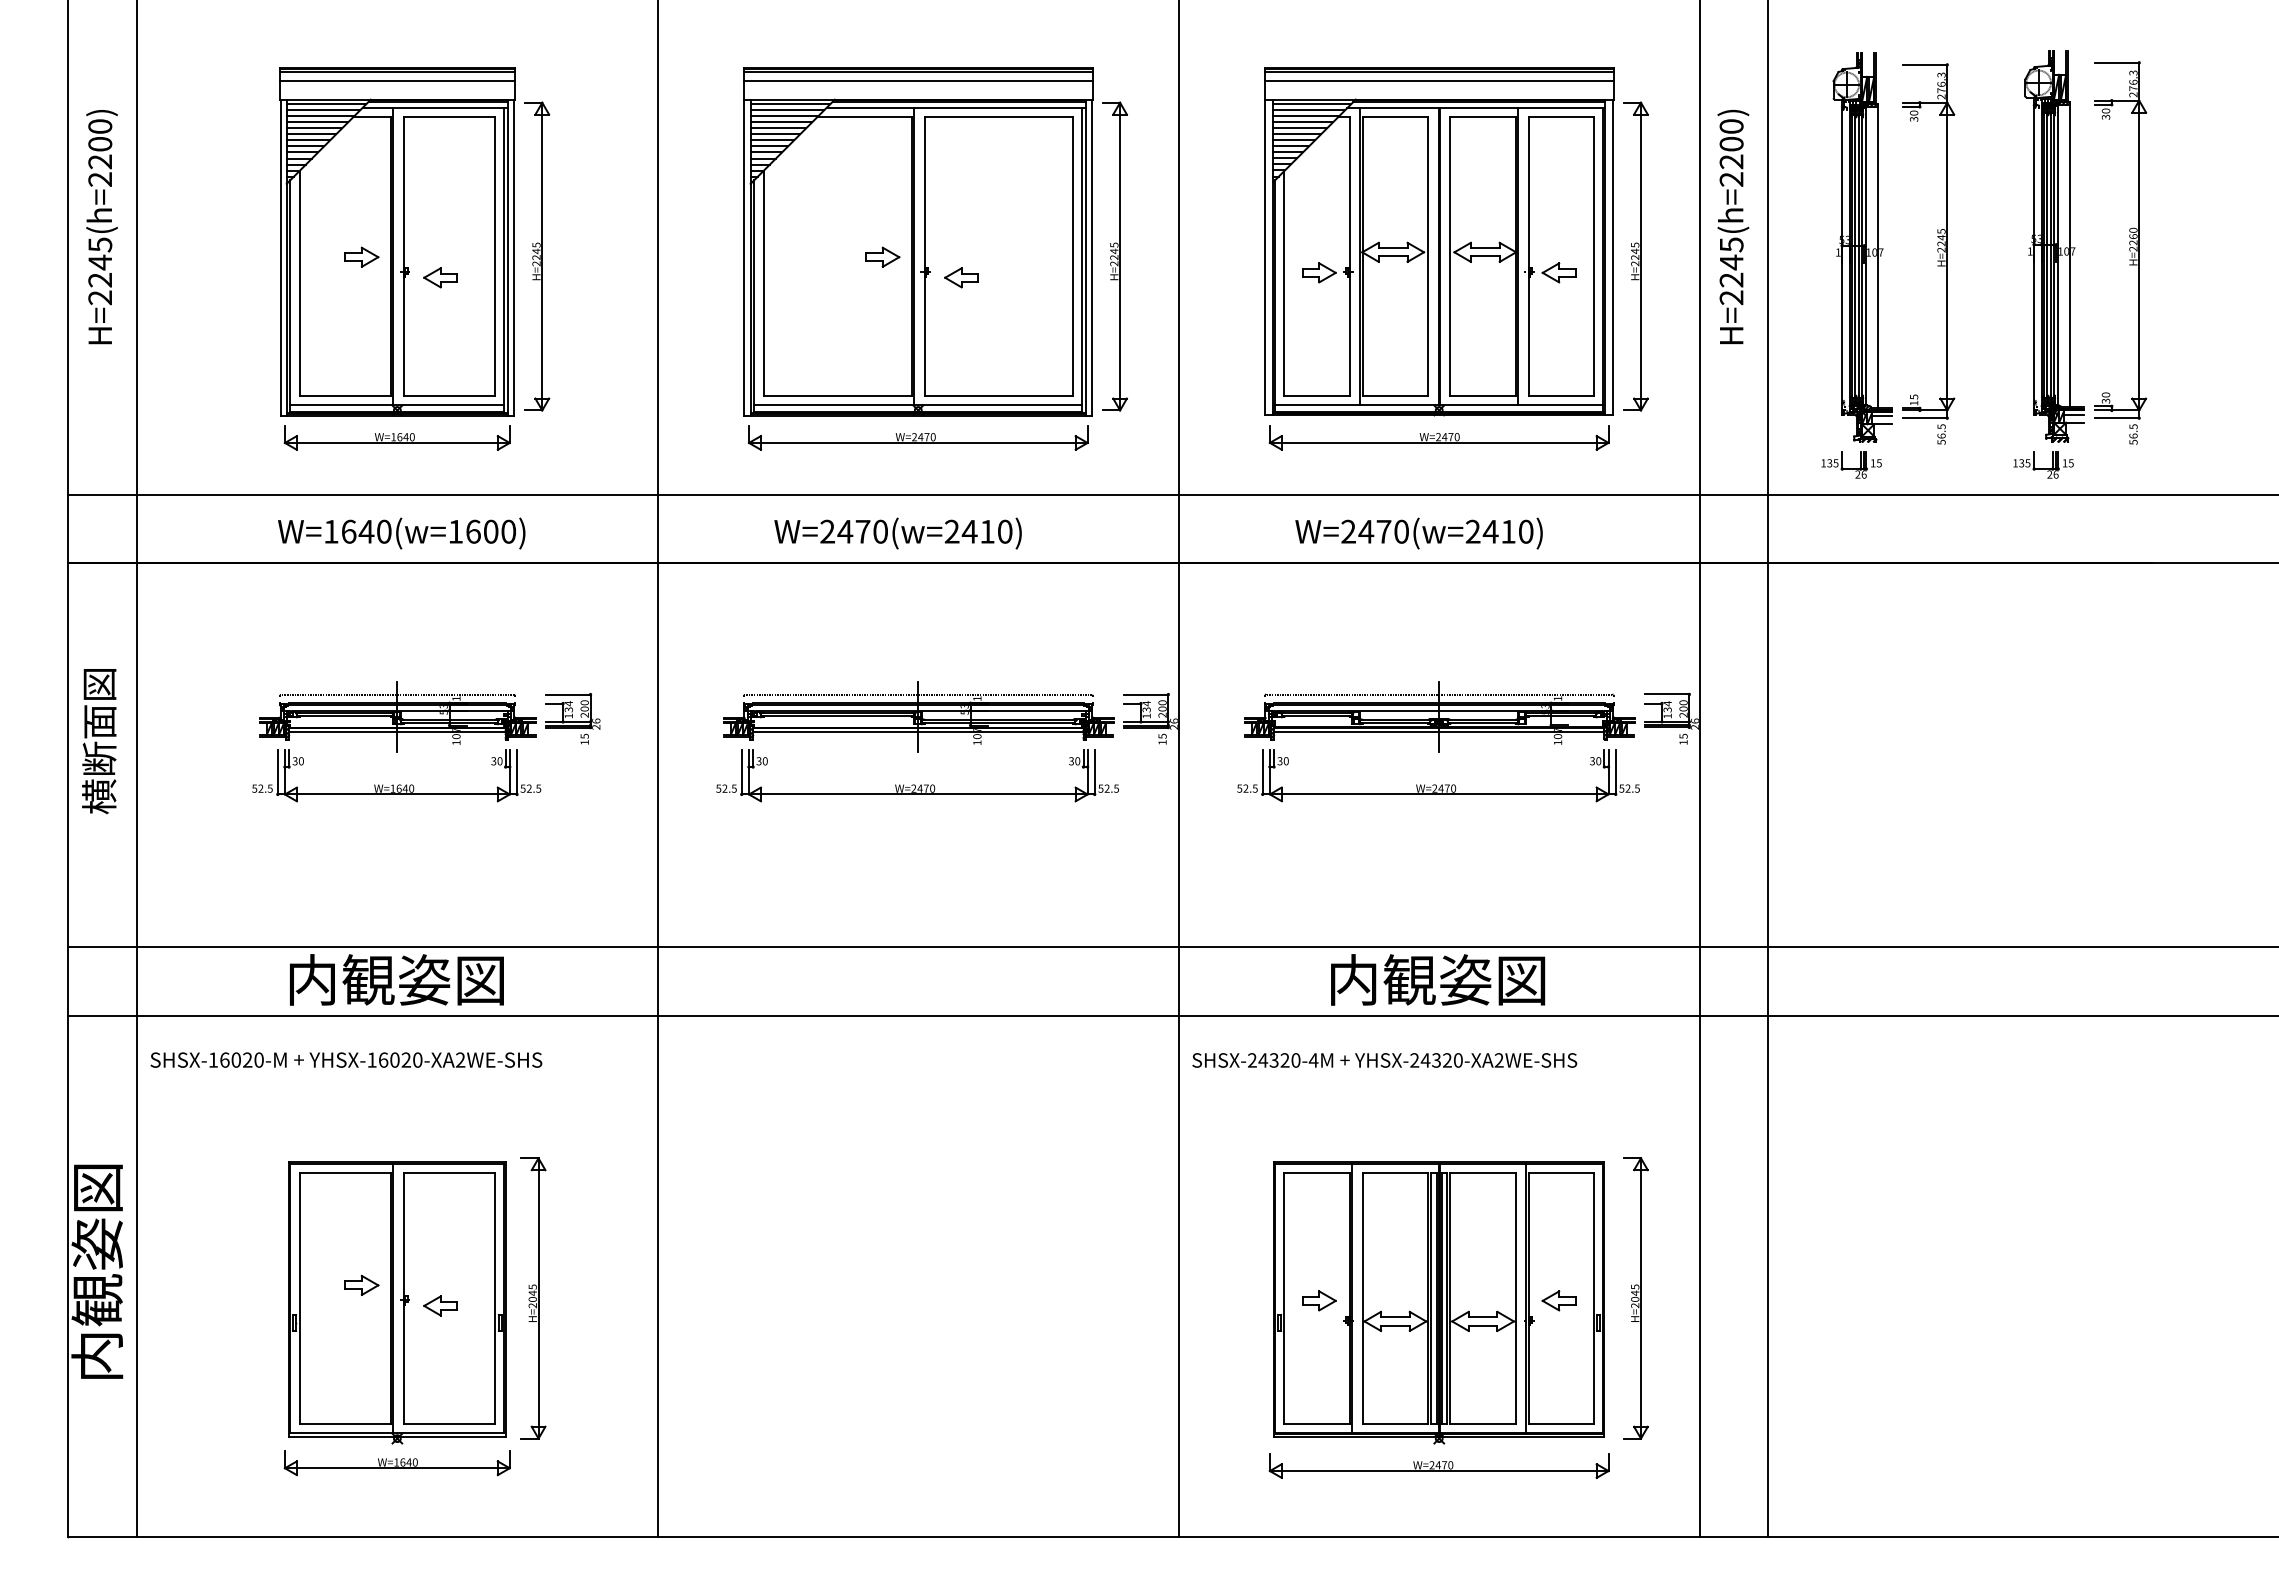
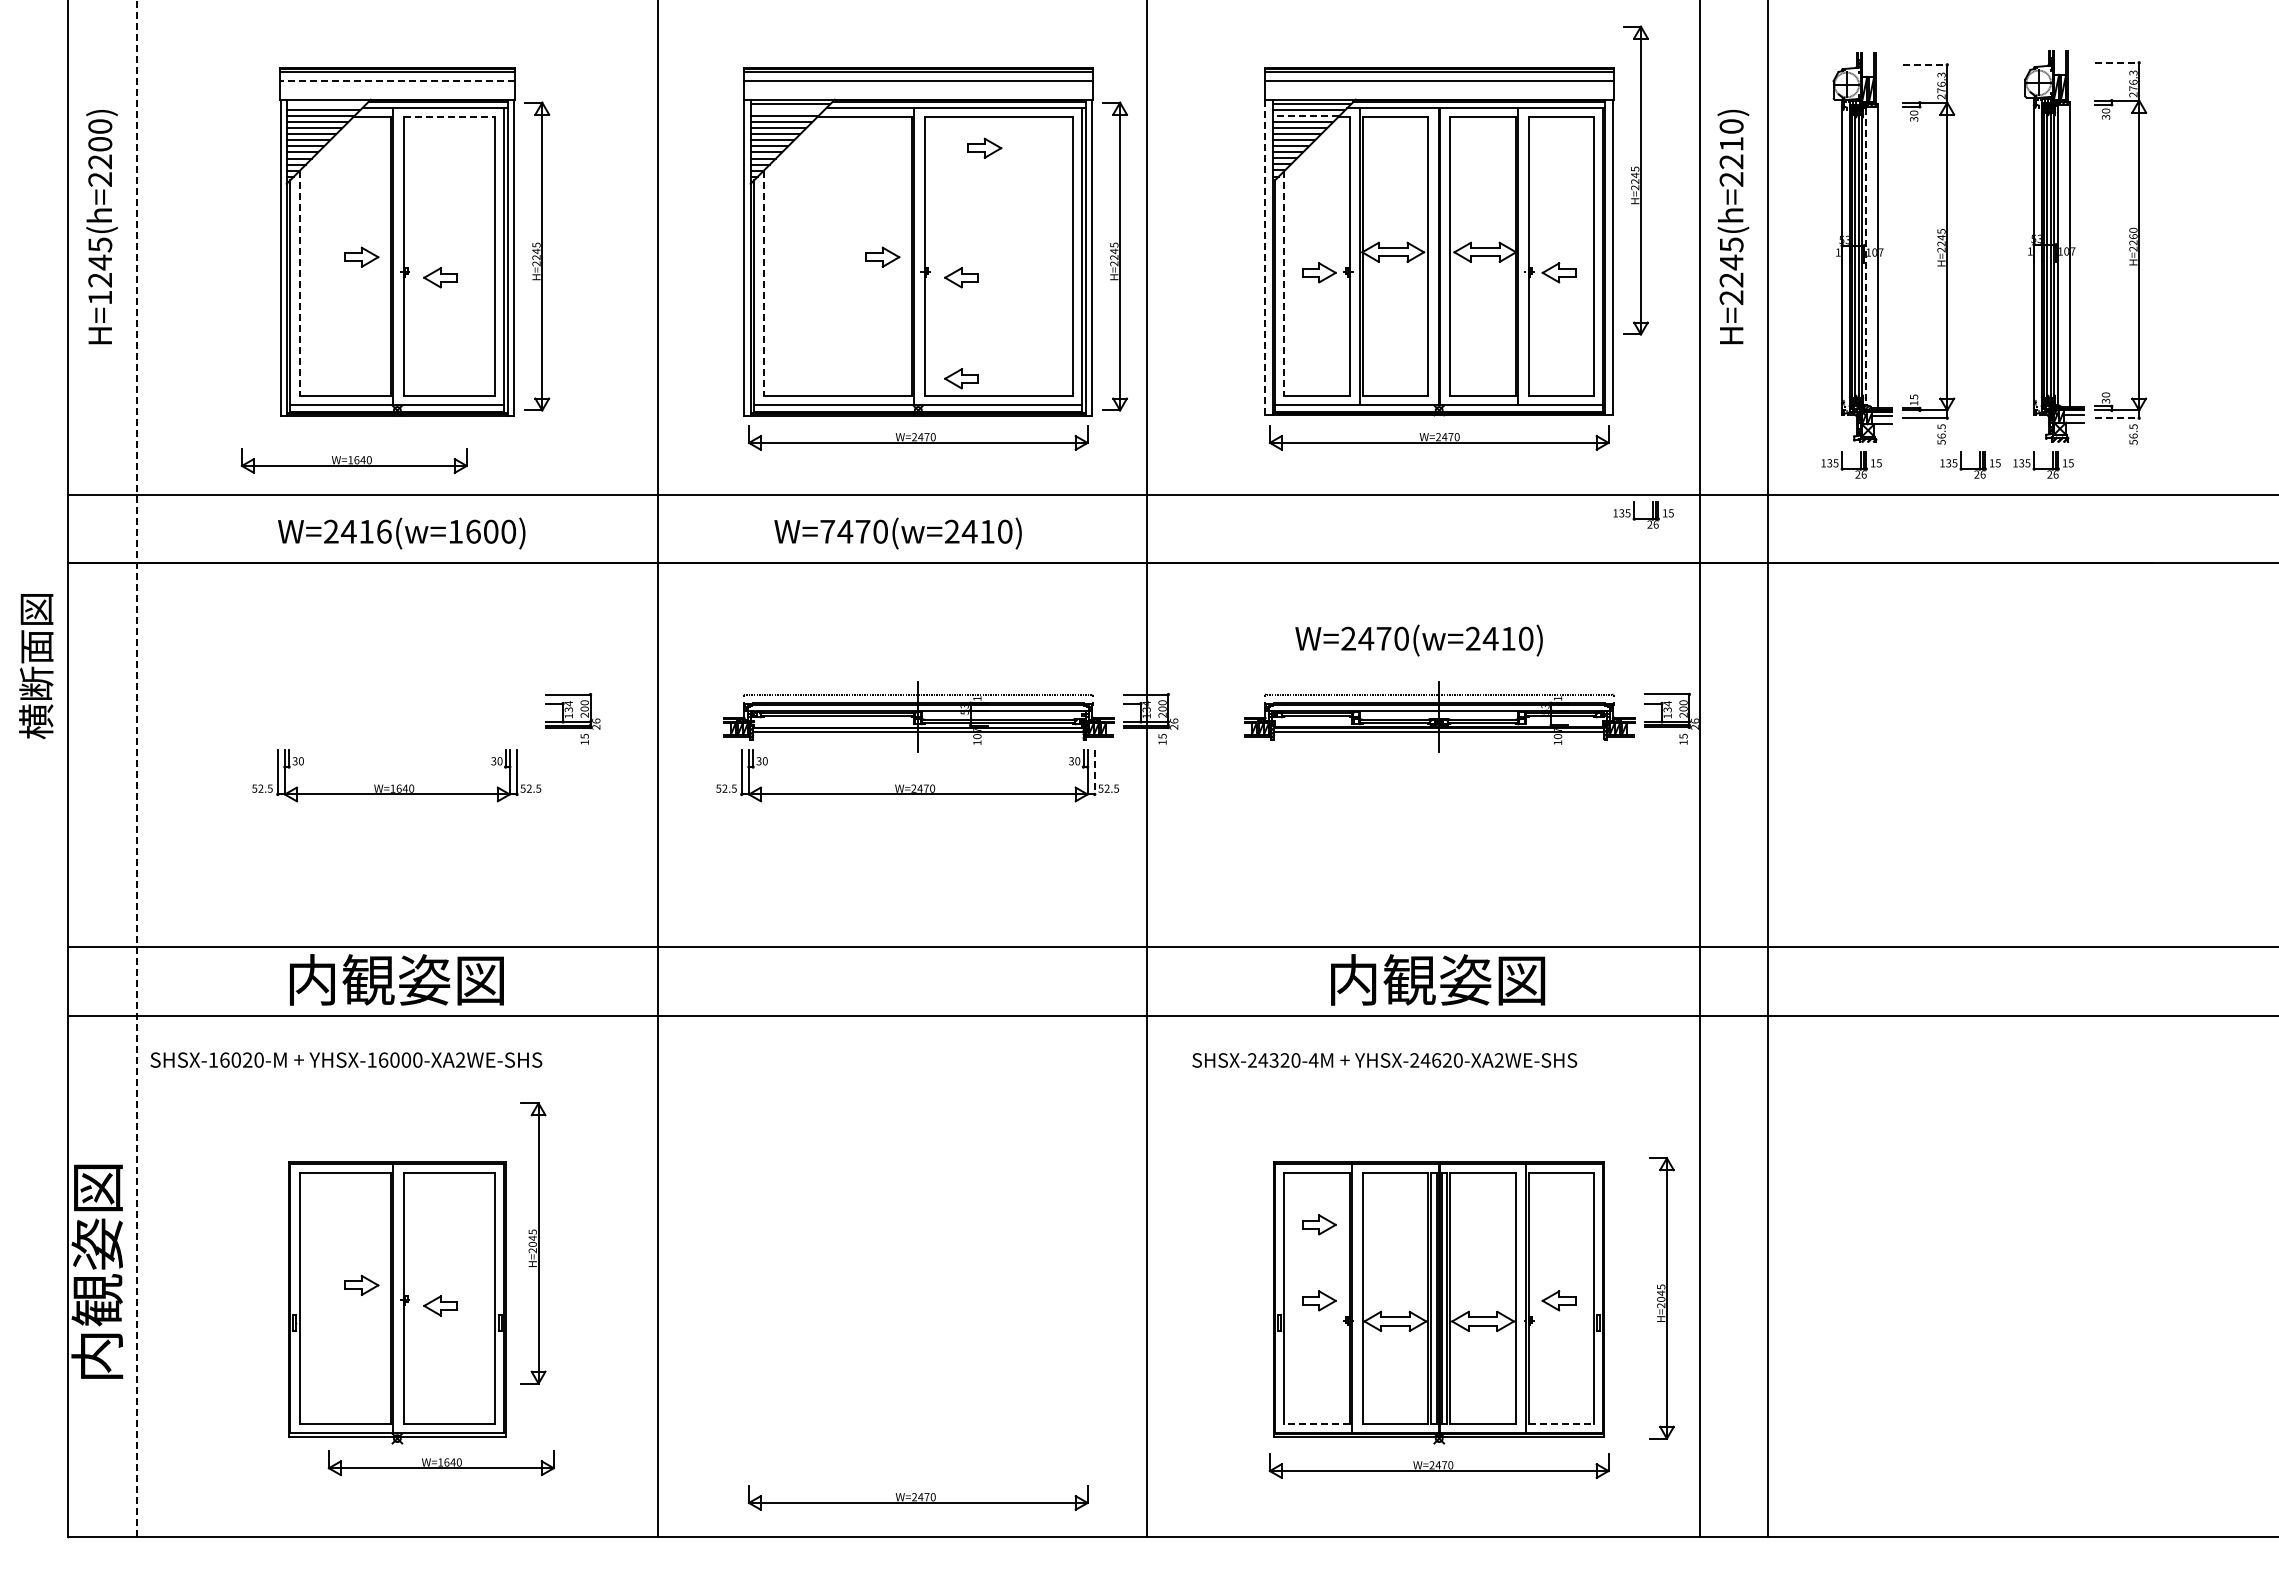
line at (2117, 62): solid -> dashed
line at (1925, 64): solid -> dashed
line at (396, 81): solid -> dashed
line at (326, 104): present -> none
line at (787, 110): present -> none
line at (1305, 116): solid -> dashed
line at (449, 117): solid -> dashed
text at (1731, 143): H=2245(h=2200) -> H=2245(h=2210)
part at (984, 147): none -> present
line at (1866, 255): solid -> dashed
part at (1635, 256) position: (1635, 256) -> (1635, 180)
line at (1265, 257): solid -> dashed
line at (299, 283): solid -> dashed
line at (763, 283): solid -> dashed
line at (1284, 283): solid -> dashed
text at (99, 297): H=2245(h=2200) -> H=1245(h=2200)
part at (961, 378): none -> present
line at (2117, 418): solid -> dashed
part at (396, 437) position: (396, 437) -> (353, 460)
part at (1970, 464): none -> present
part at (1643, 514): none -> present
text at (357, 531): W=1640(w=1600) -> W=2416(w=1600)
text at (827, 531): W=2470(w=2410) -> W=7470(w=2410)
text at (1418, 533) position: (1418, 533) -> (1418, 640)
part at (397, 716): present -> none
text at (99, 741) position: (99, 741) -> (36, 666)
line at (136, 767): solid -> dashed
line at (1178, 769) position: (1178, 769) -> (1146, 769)
line at (1094, 772): solid -> dashed
part at (1435, 784): present -> none
text at (406, 1059): YHSX-16020-XA2WE-SHS -> YHSX-16000-XA2WE-SHS
text at (1436, 1060): YHSX-24320-XA2WE-SHS -> YHSX-24620-XA2WE-SHS
part at (1319, 1224): none -> present
part at (533, 1298) position: (533, 1298) -> (533, 1243)
part at (1635, 1298) position: (1635, 1298) -> (1661, 1298)
line at (1317, 1423): solid -> dashed
line at (1561, 1423): solid -> dashed
part at (396, 1463) position: (396, 1463) -> (440, 1463)
part at (918, 1497): none -> present
